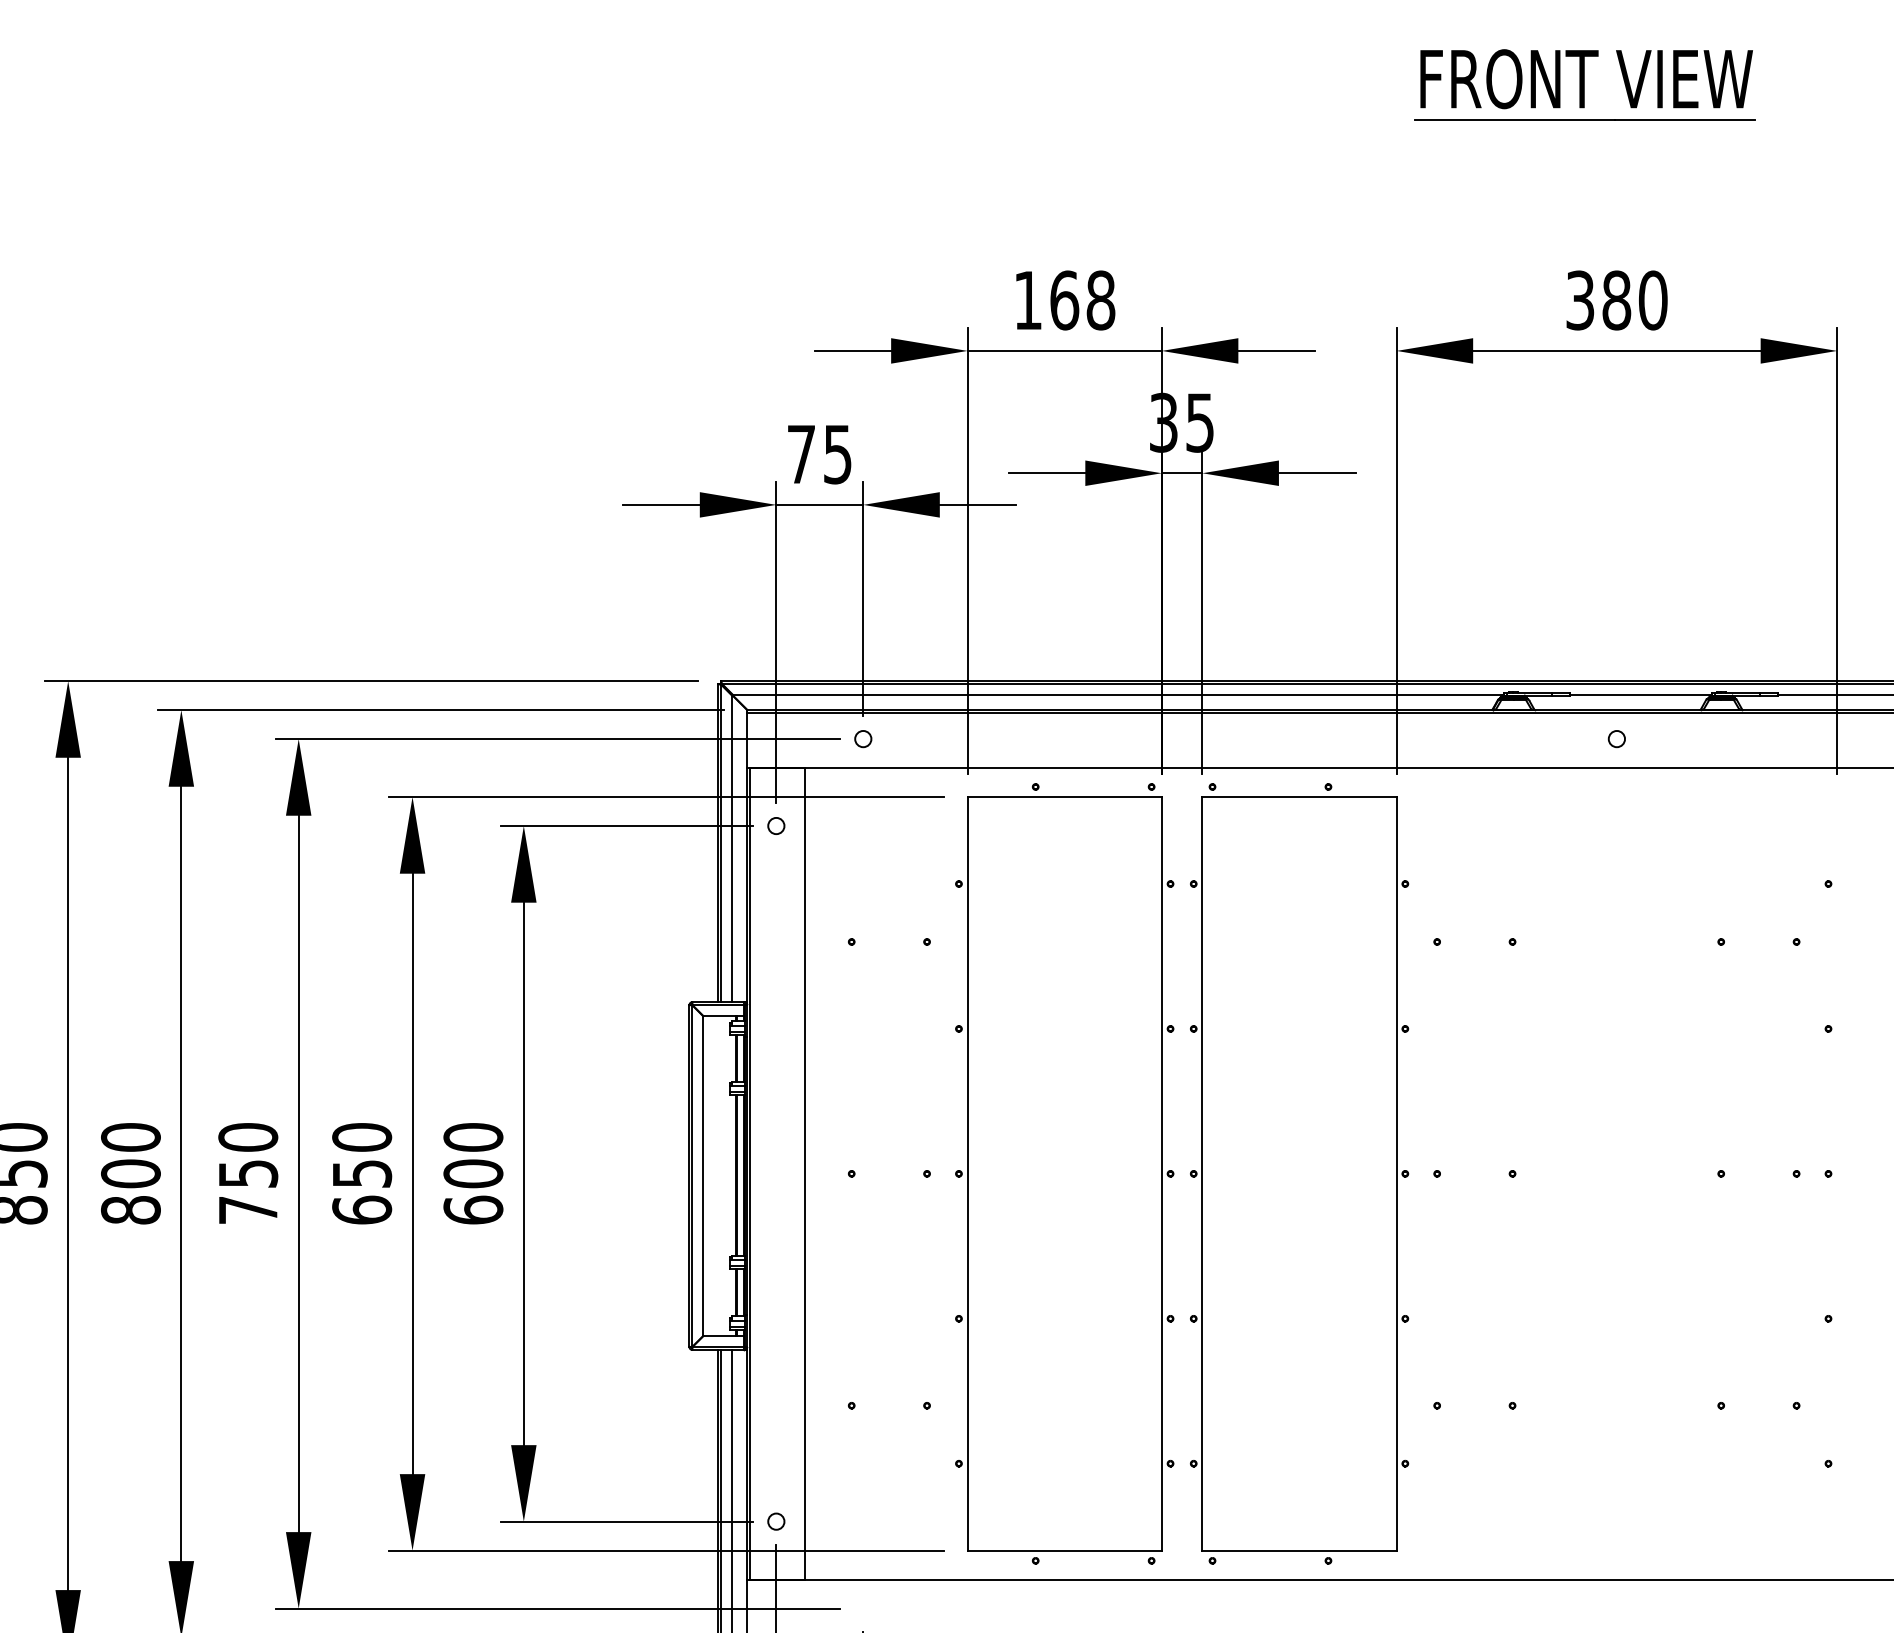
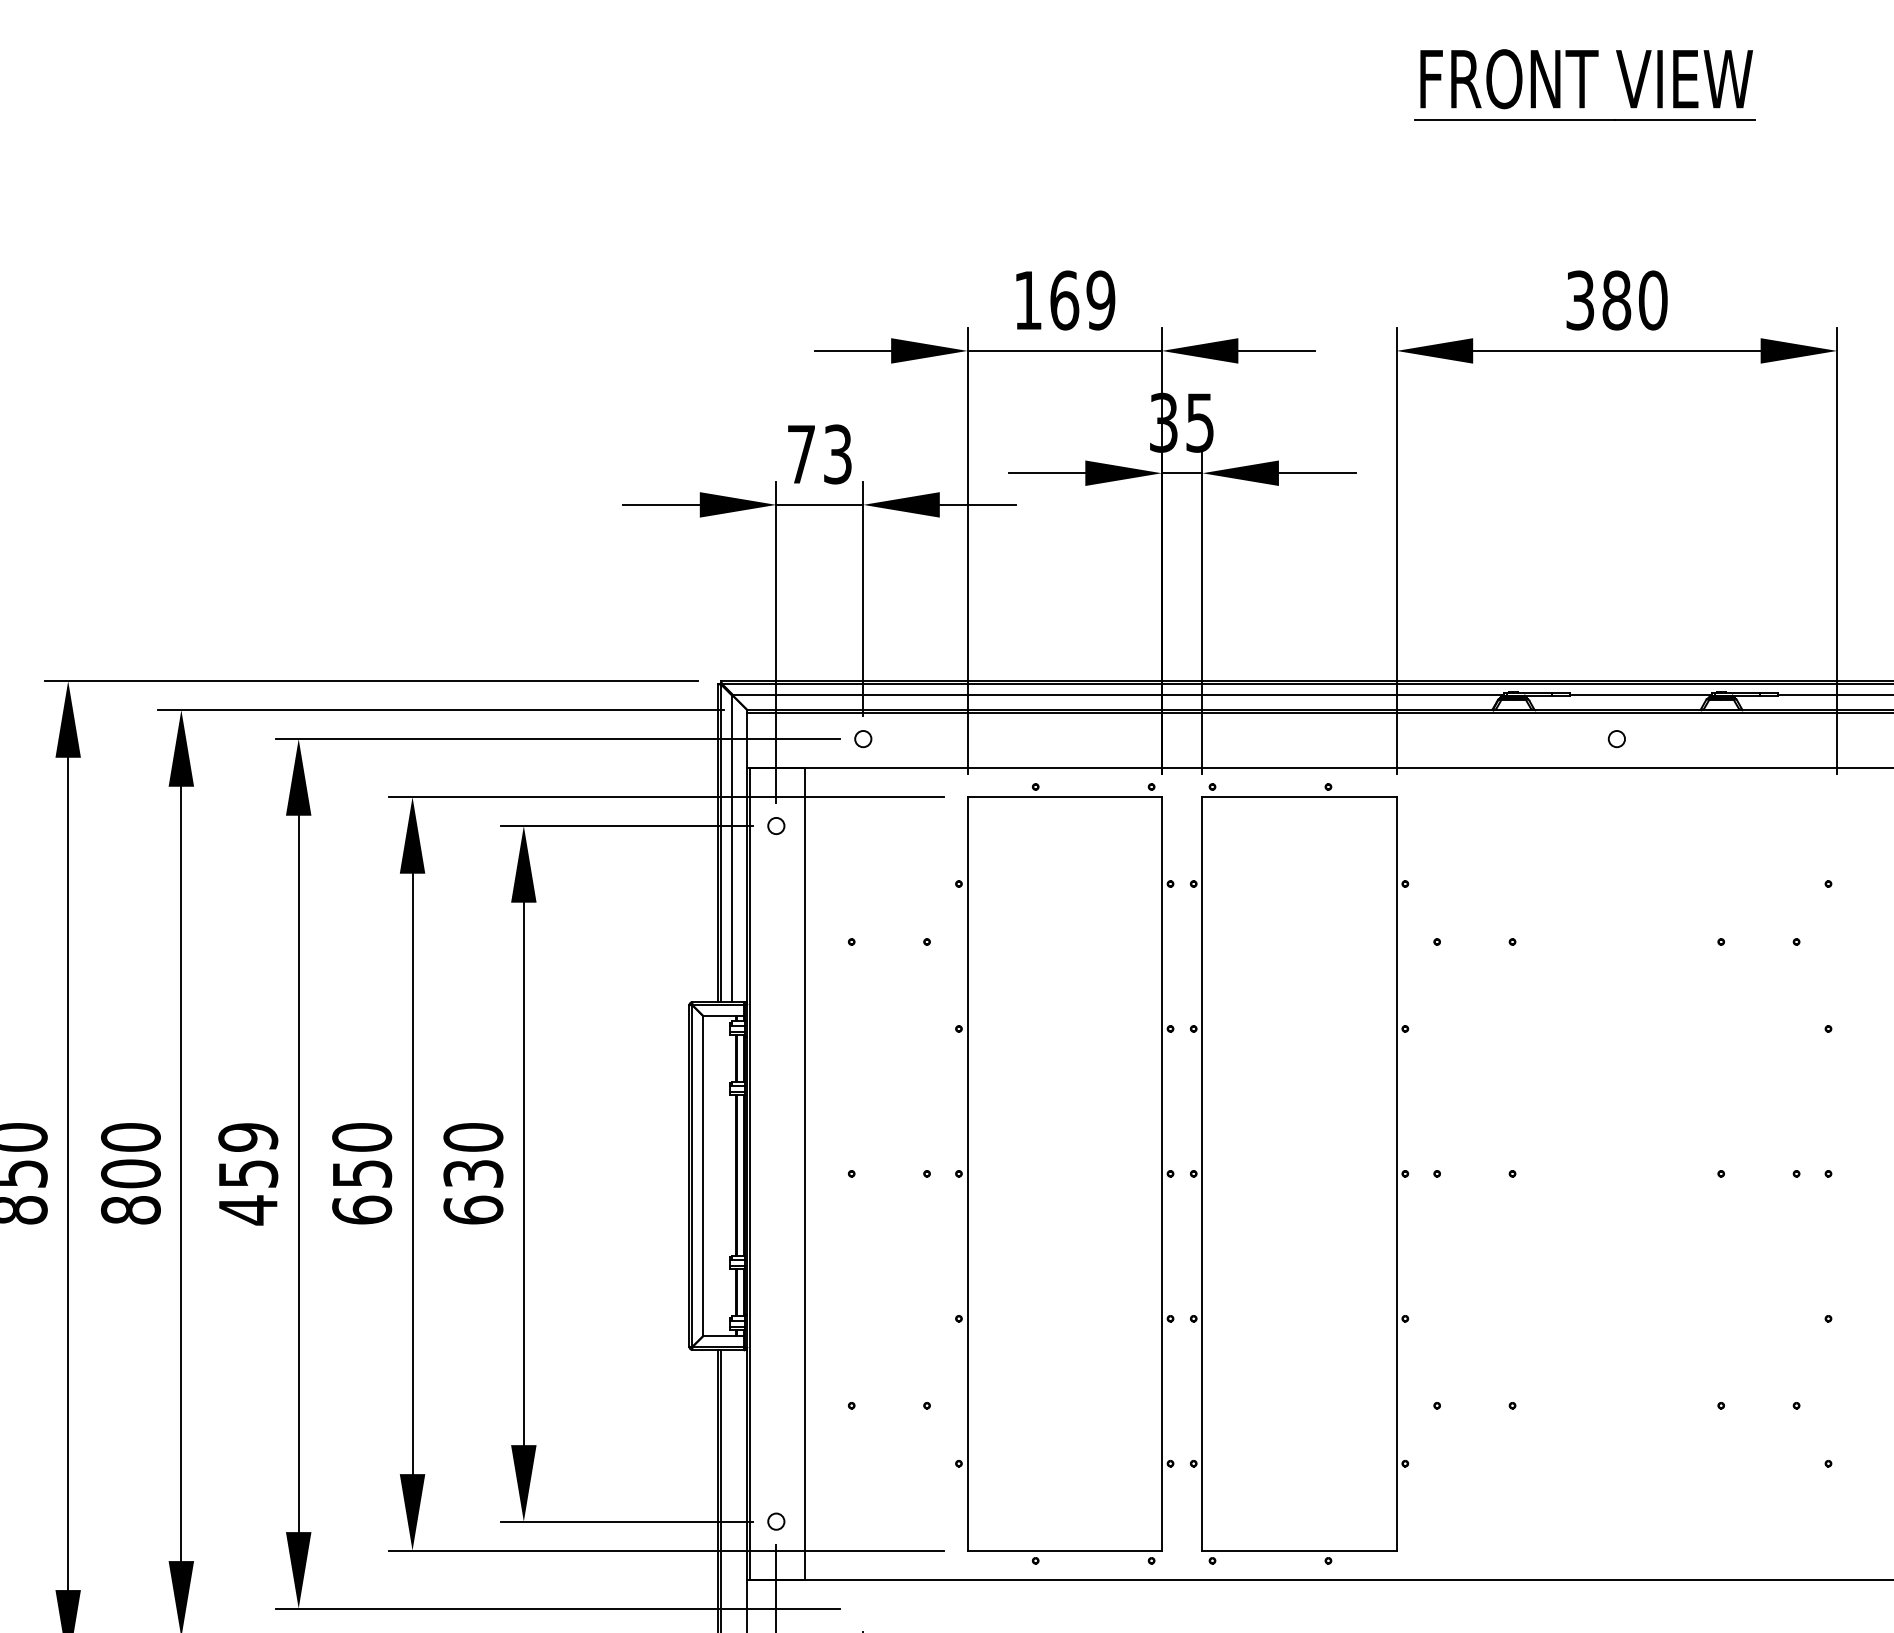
text at (1100, 300): 168 -> 169
text at (837, 453): 75 -> 73
text at (473, 1173): 600 -> 630
text at (248, 1174): 750 -> 459
line at (732, 1489): present -> none
